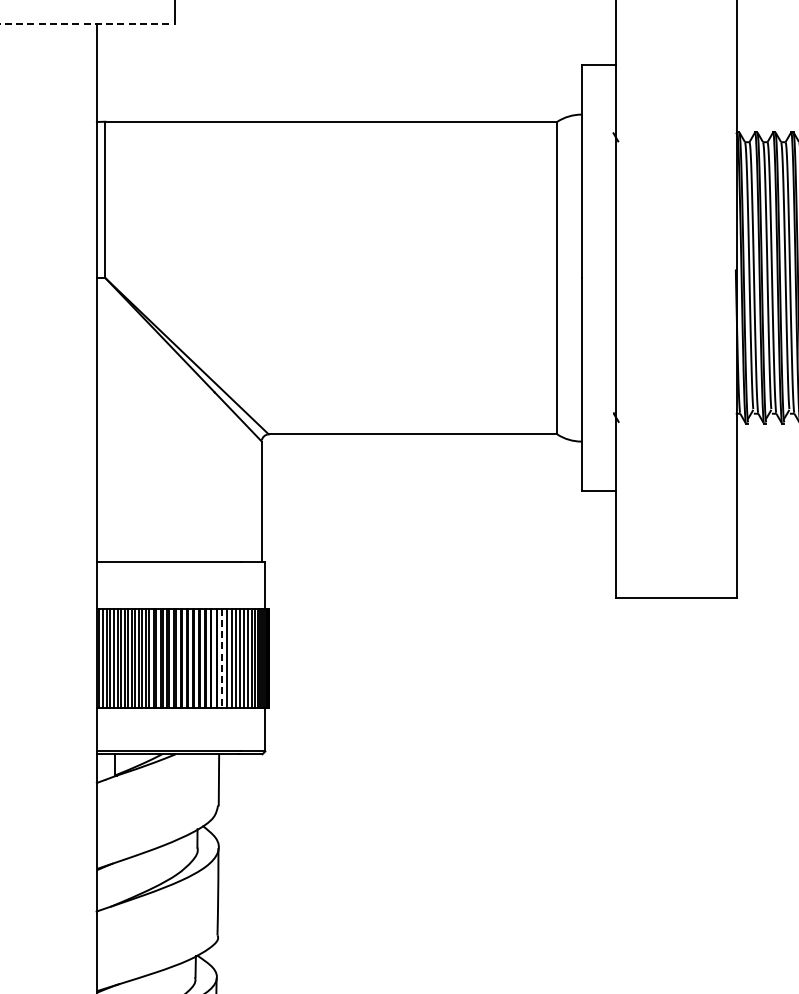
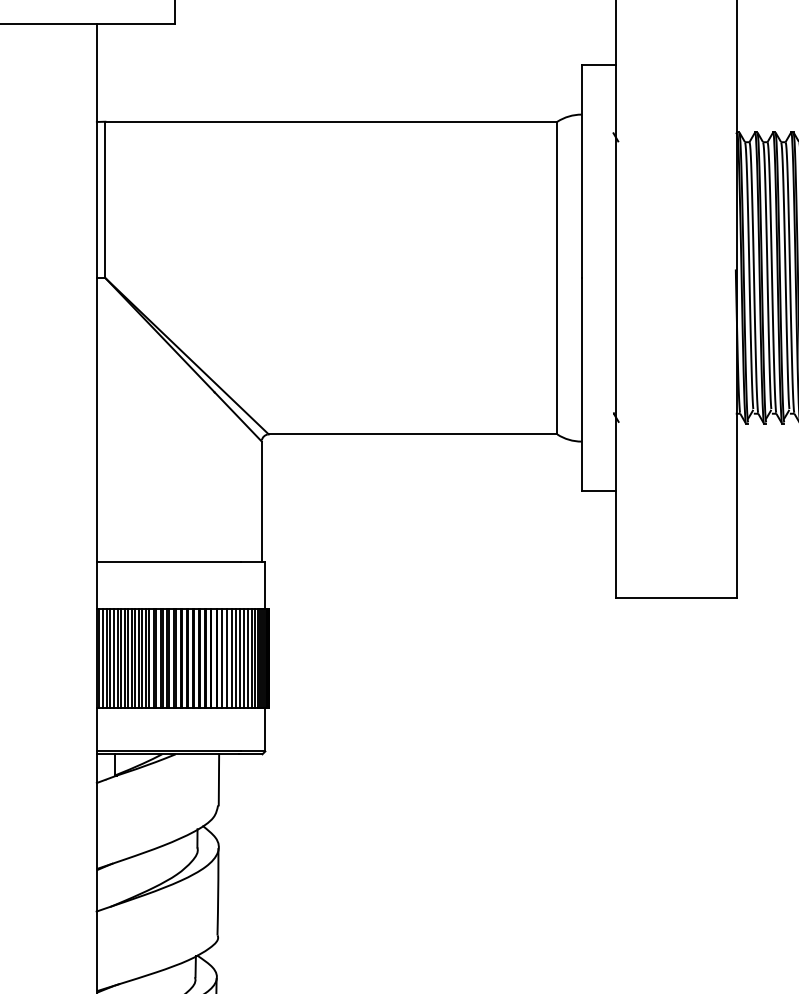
line at (88, 24): dashed -> solid
line at (221, 658): dashed -> solid
